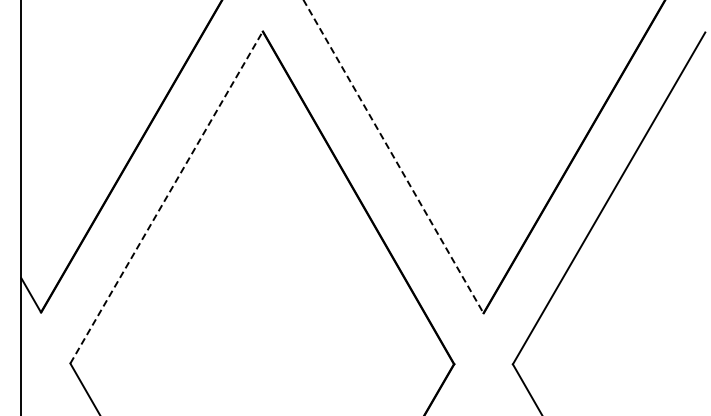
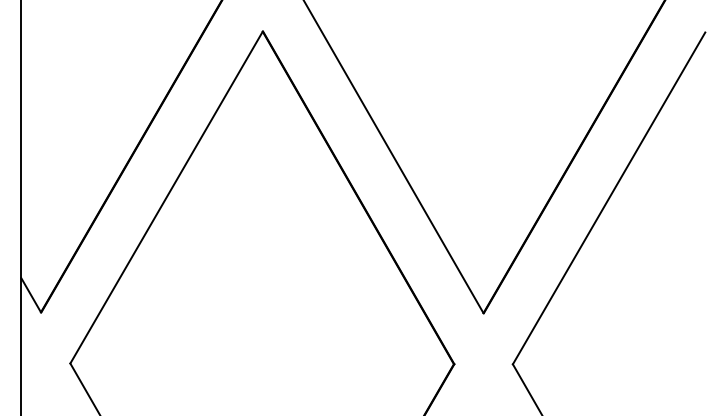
line at (393, 157): dashed -> solid
line at (166, 197): dashed -> solid
